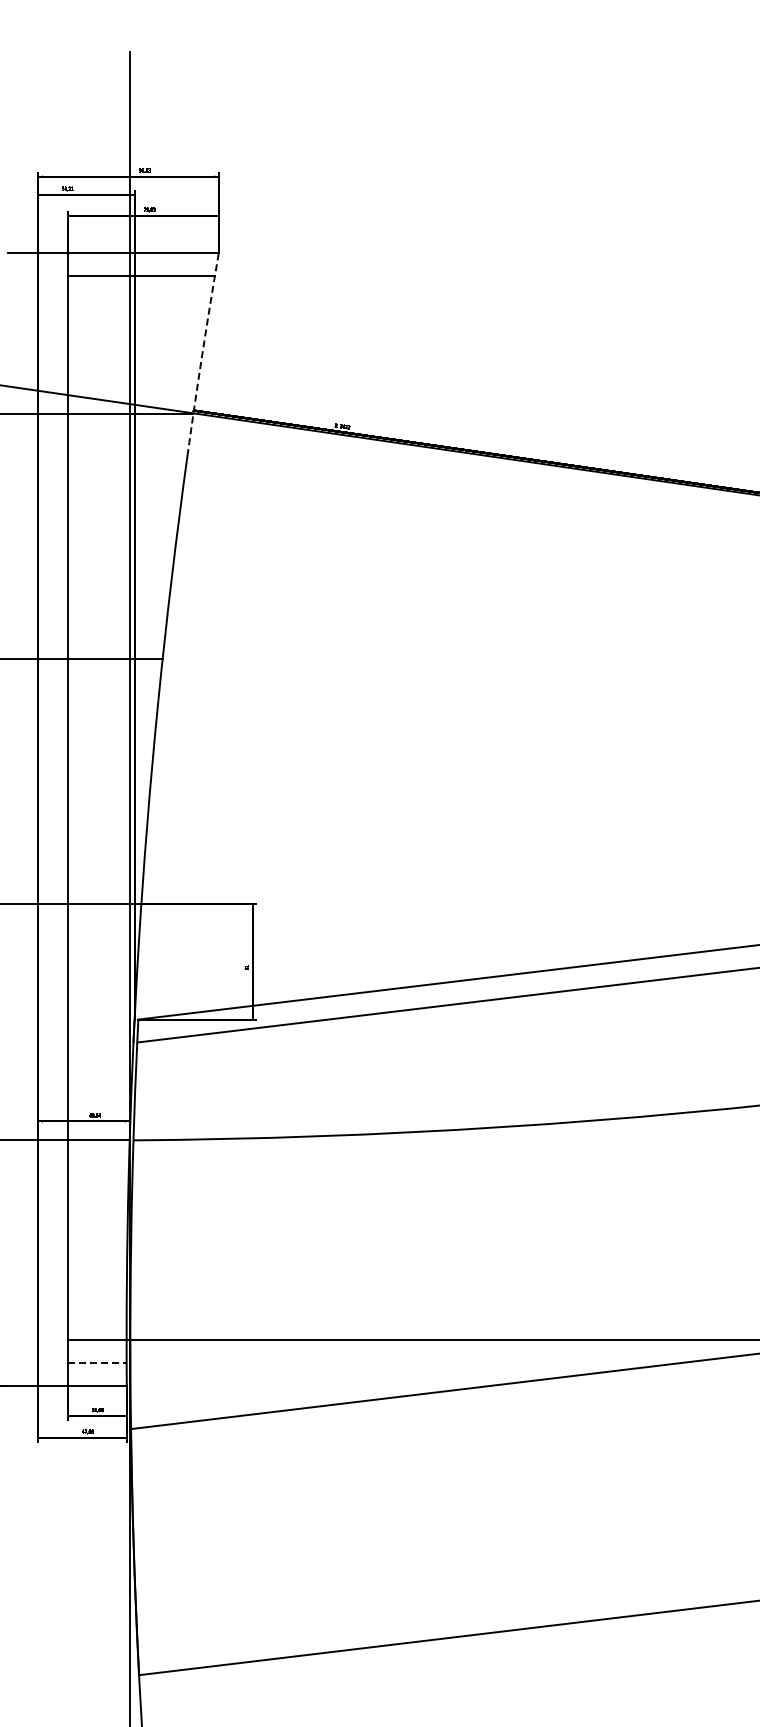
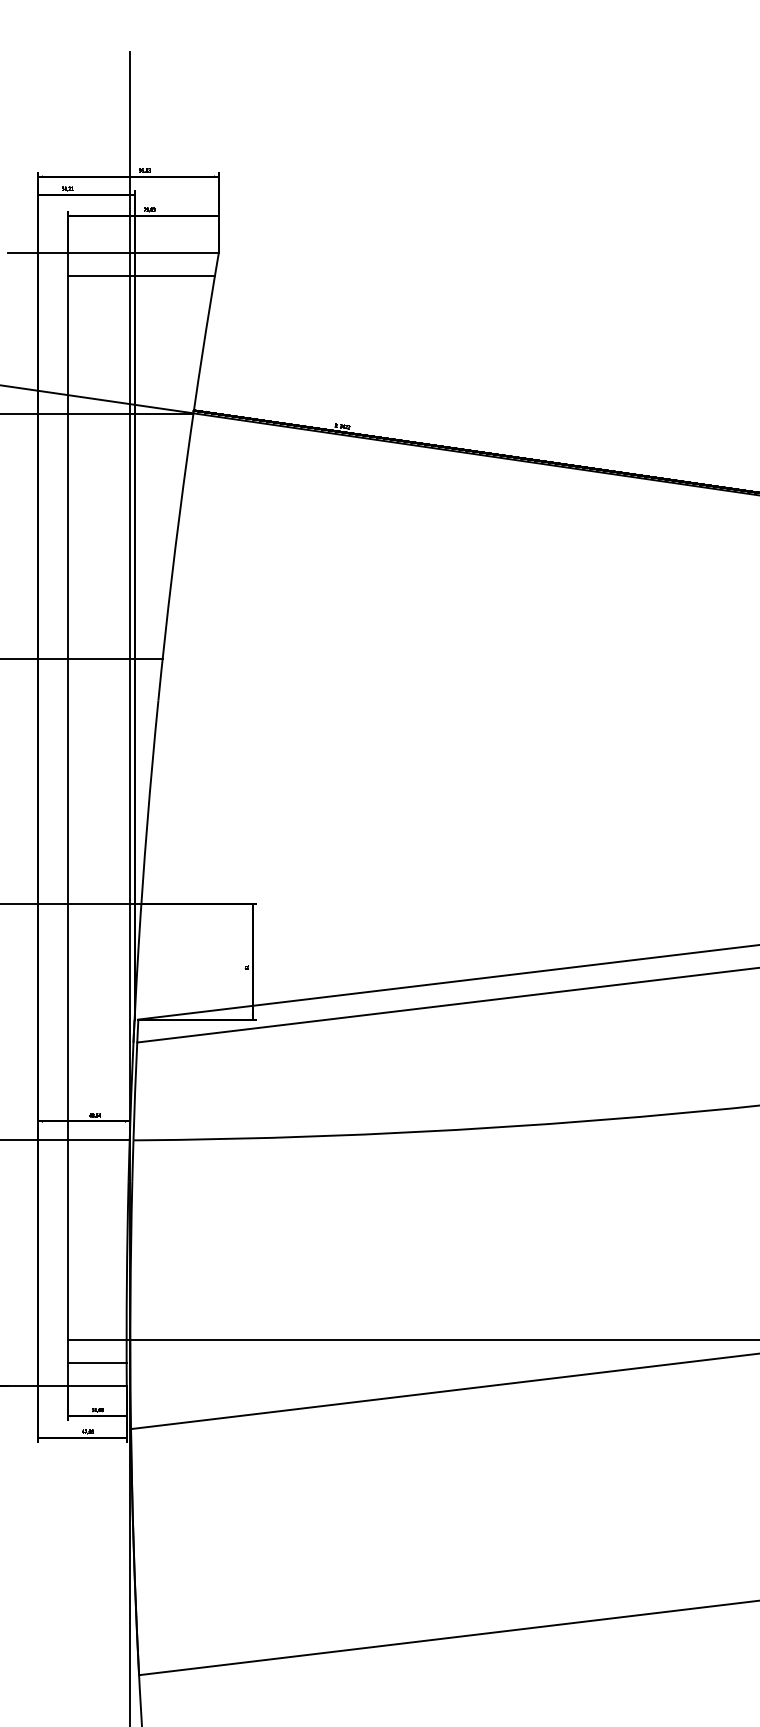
arc at (202, 354): dashed -> solid
line at (97, 1363): dashed -> solid
